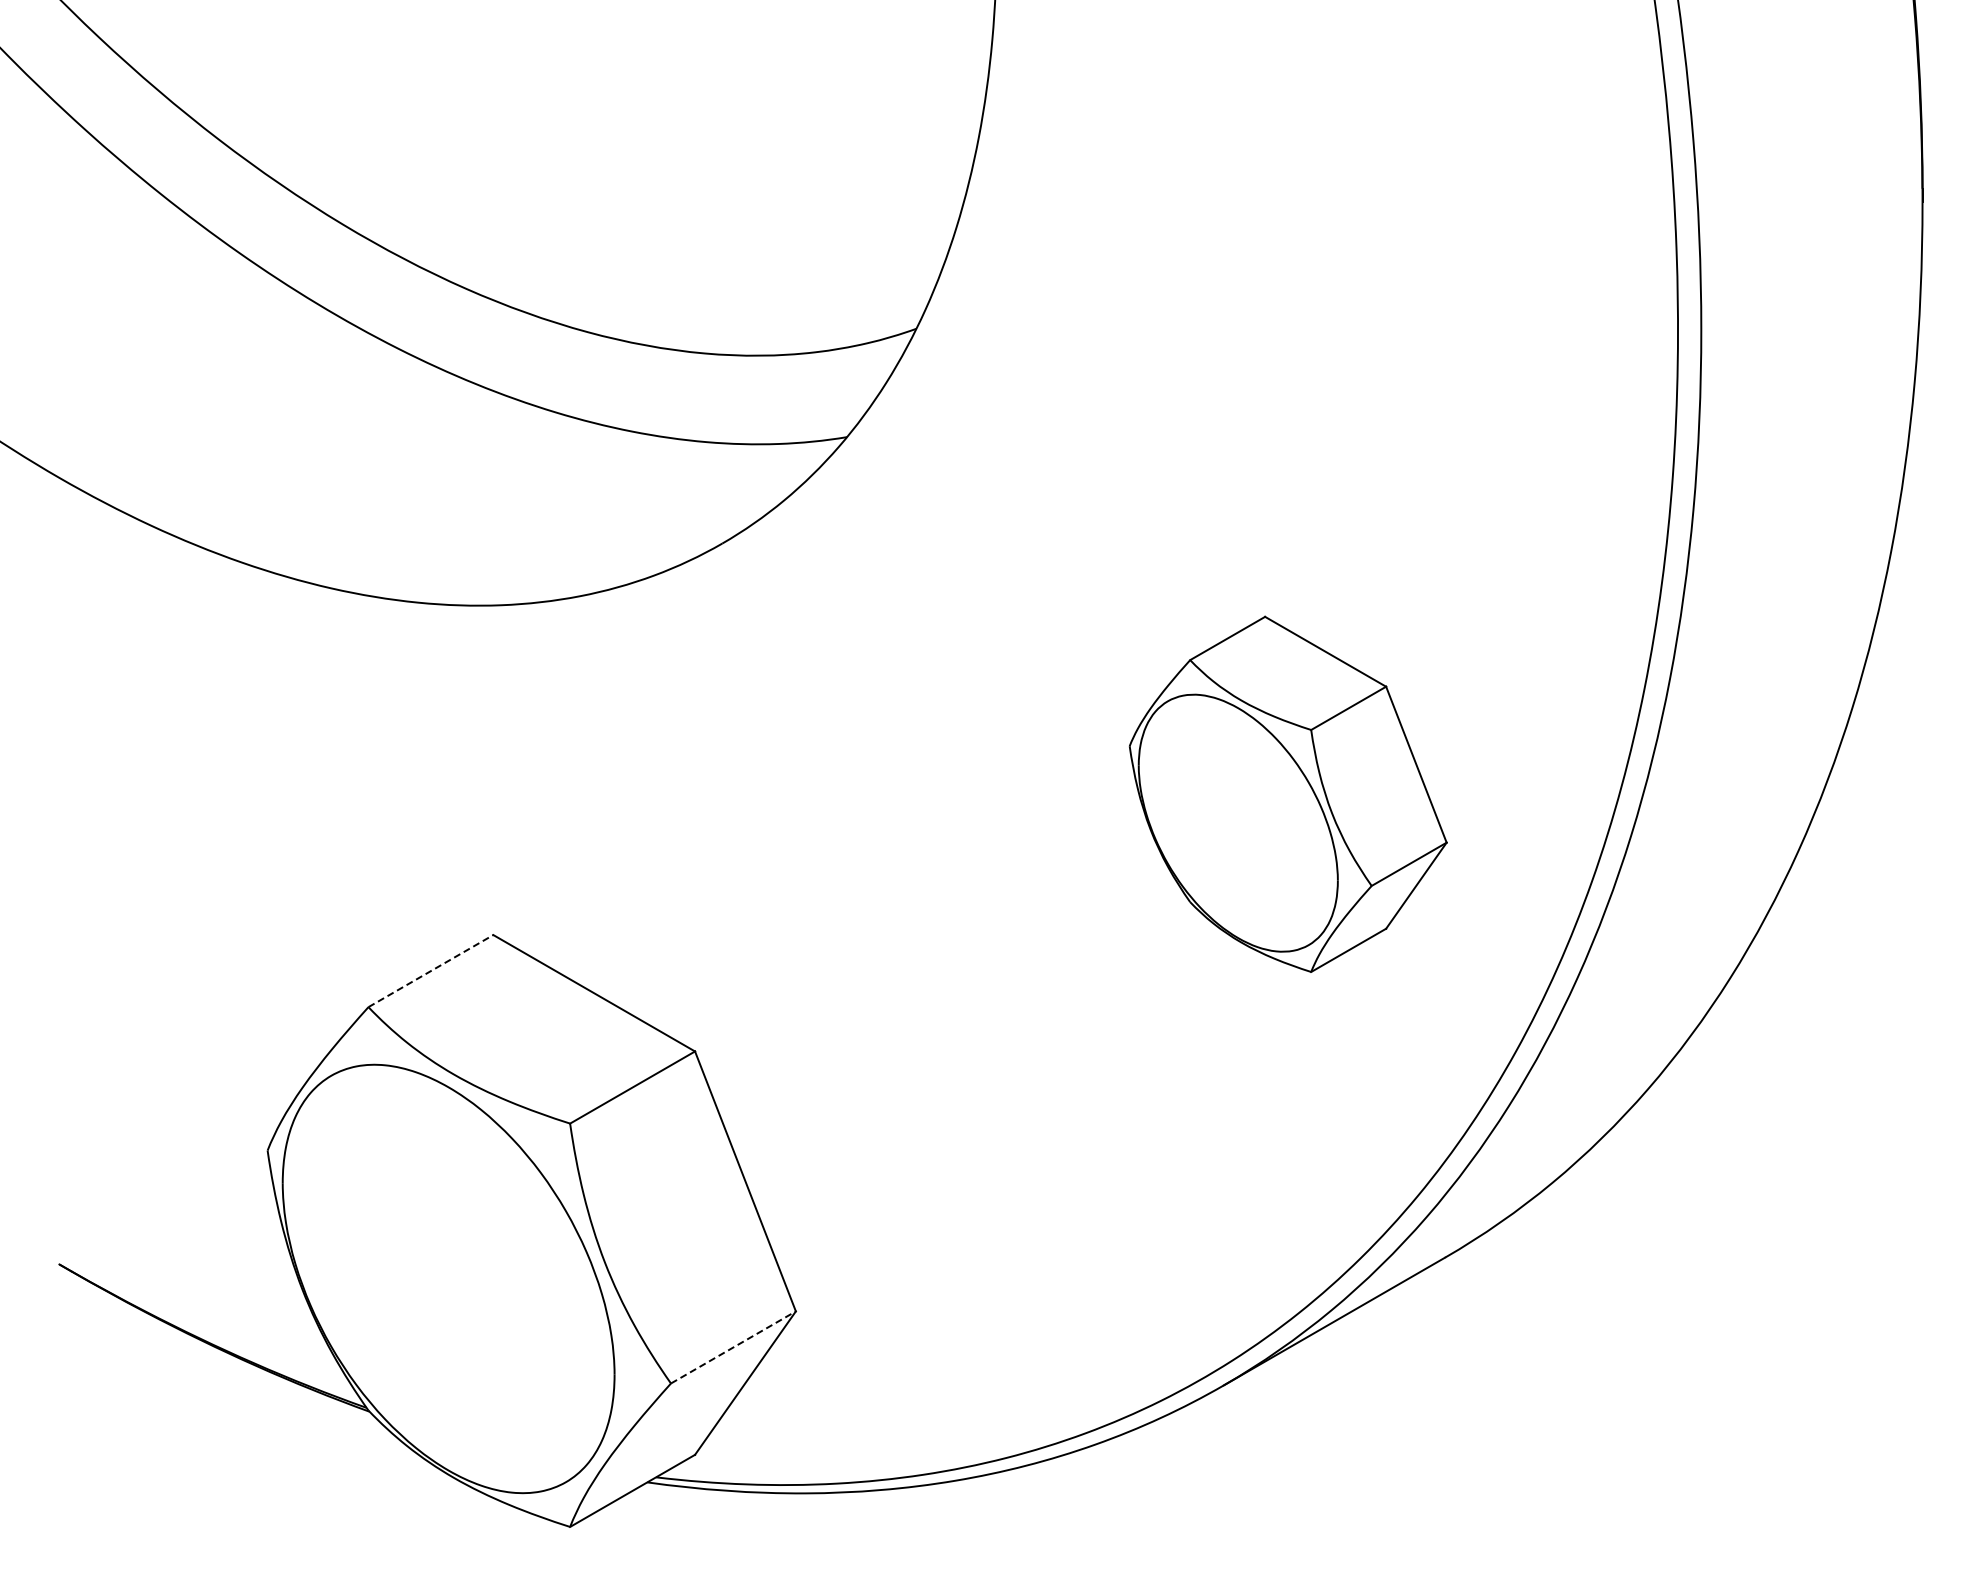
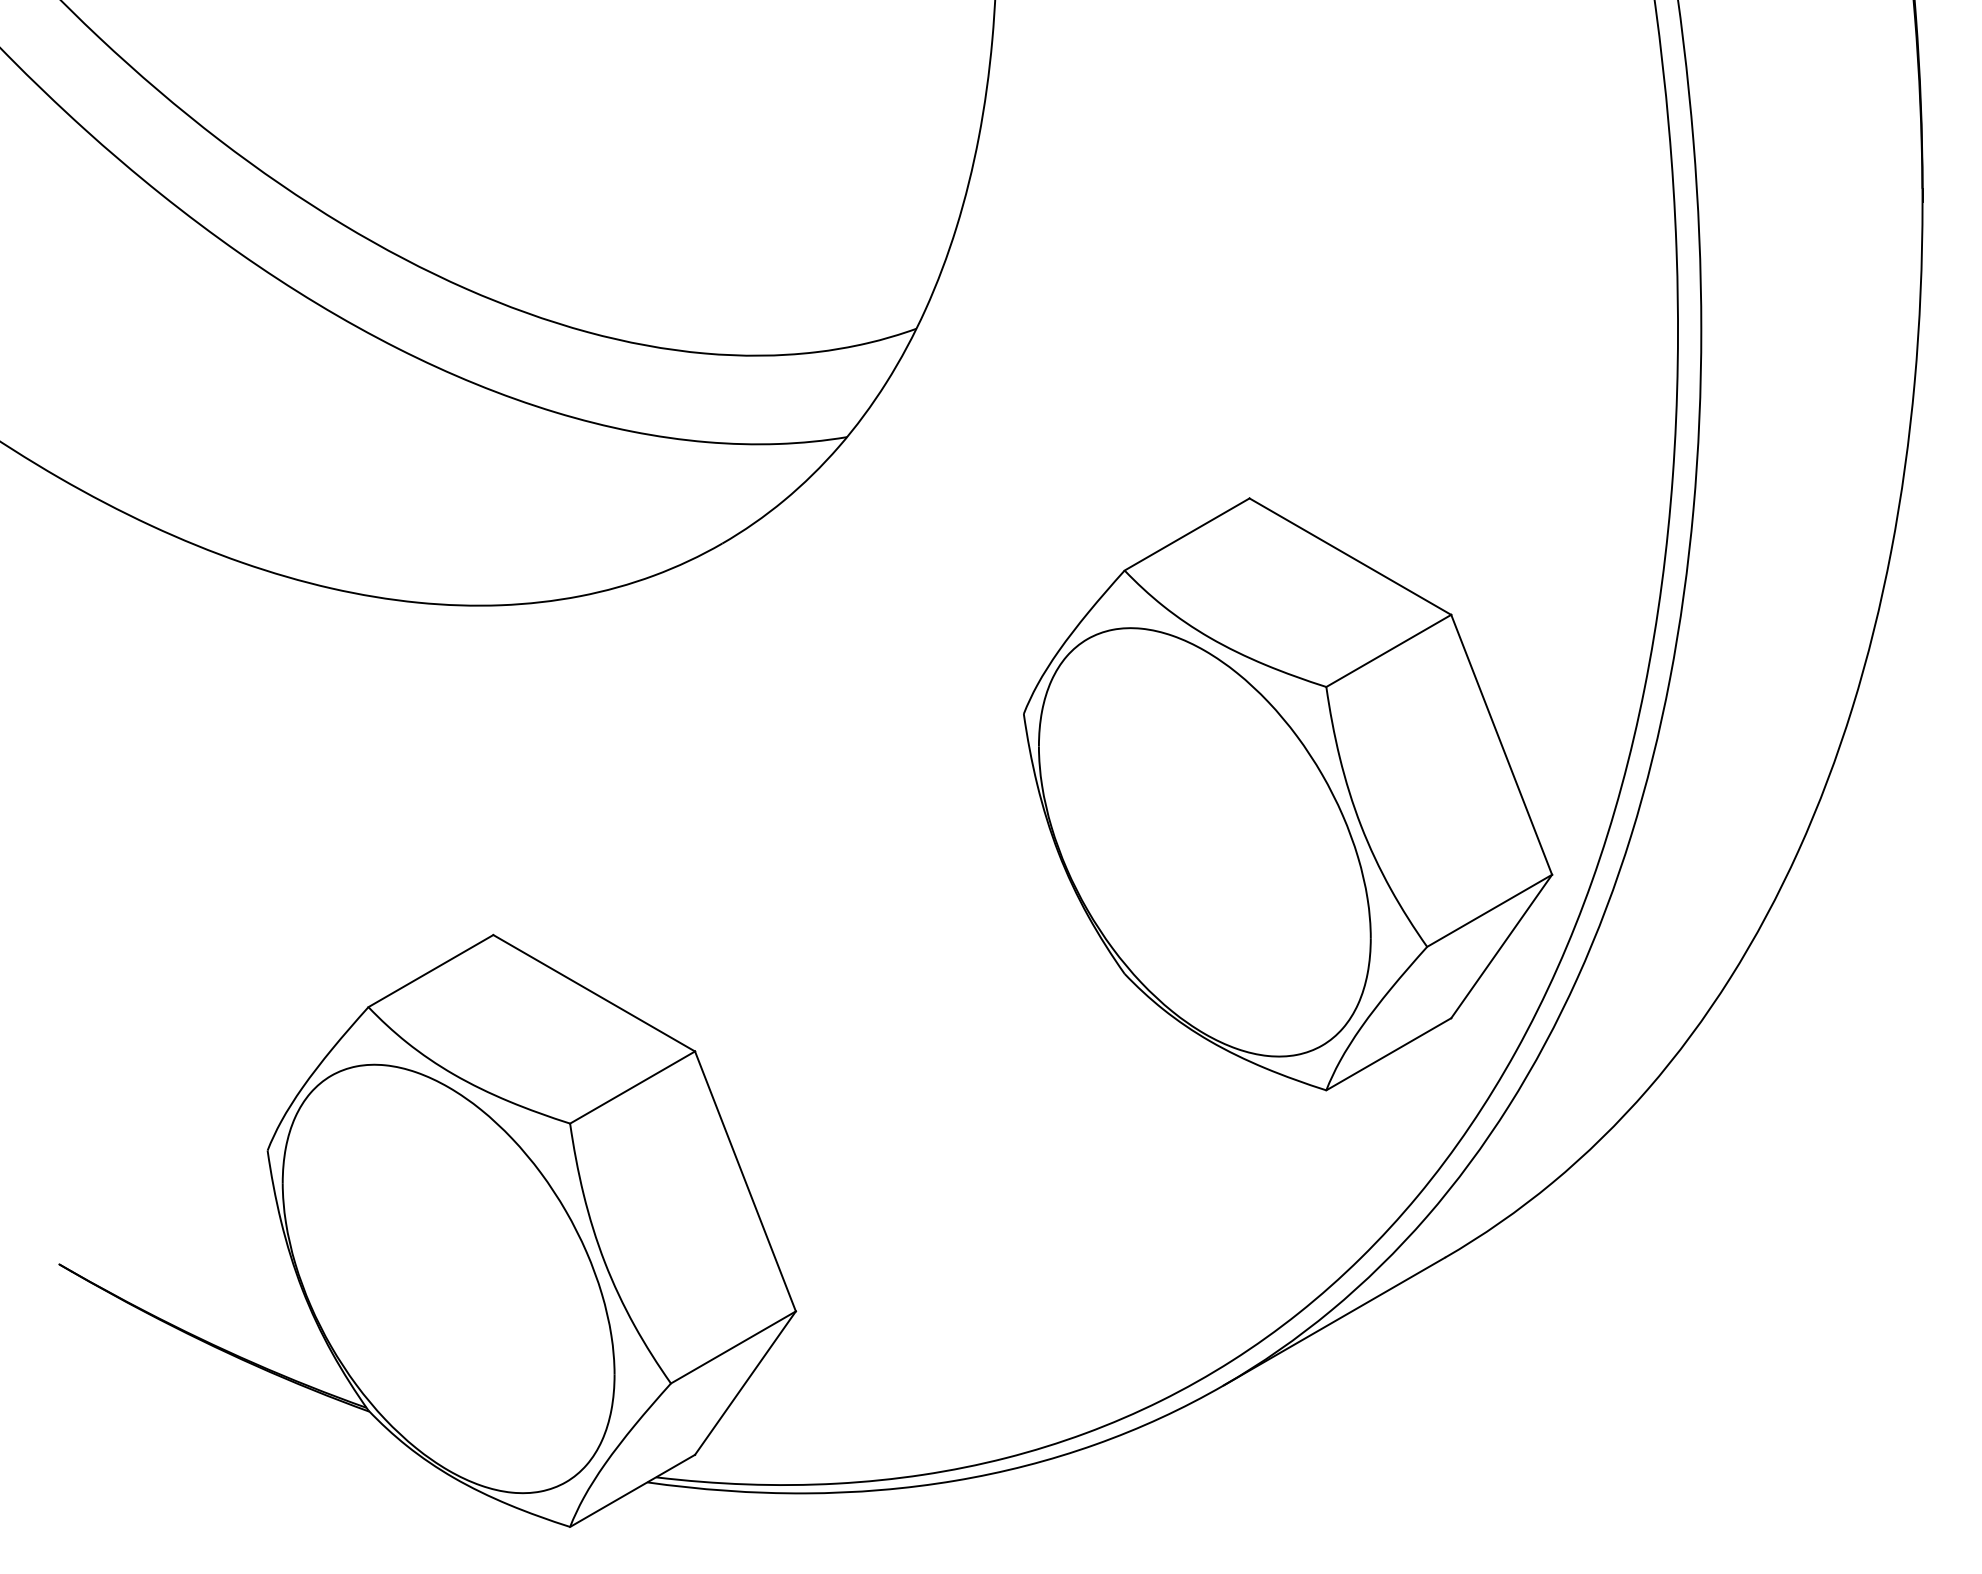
part at (1287, 793) size: 320x358 px -> 531x595 px
line at (431, 970): dashed -> solid
line at (733, 1347): dashed -> solid
